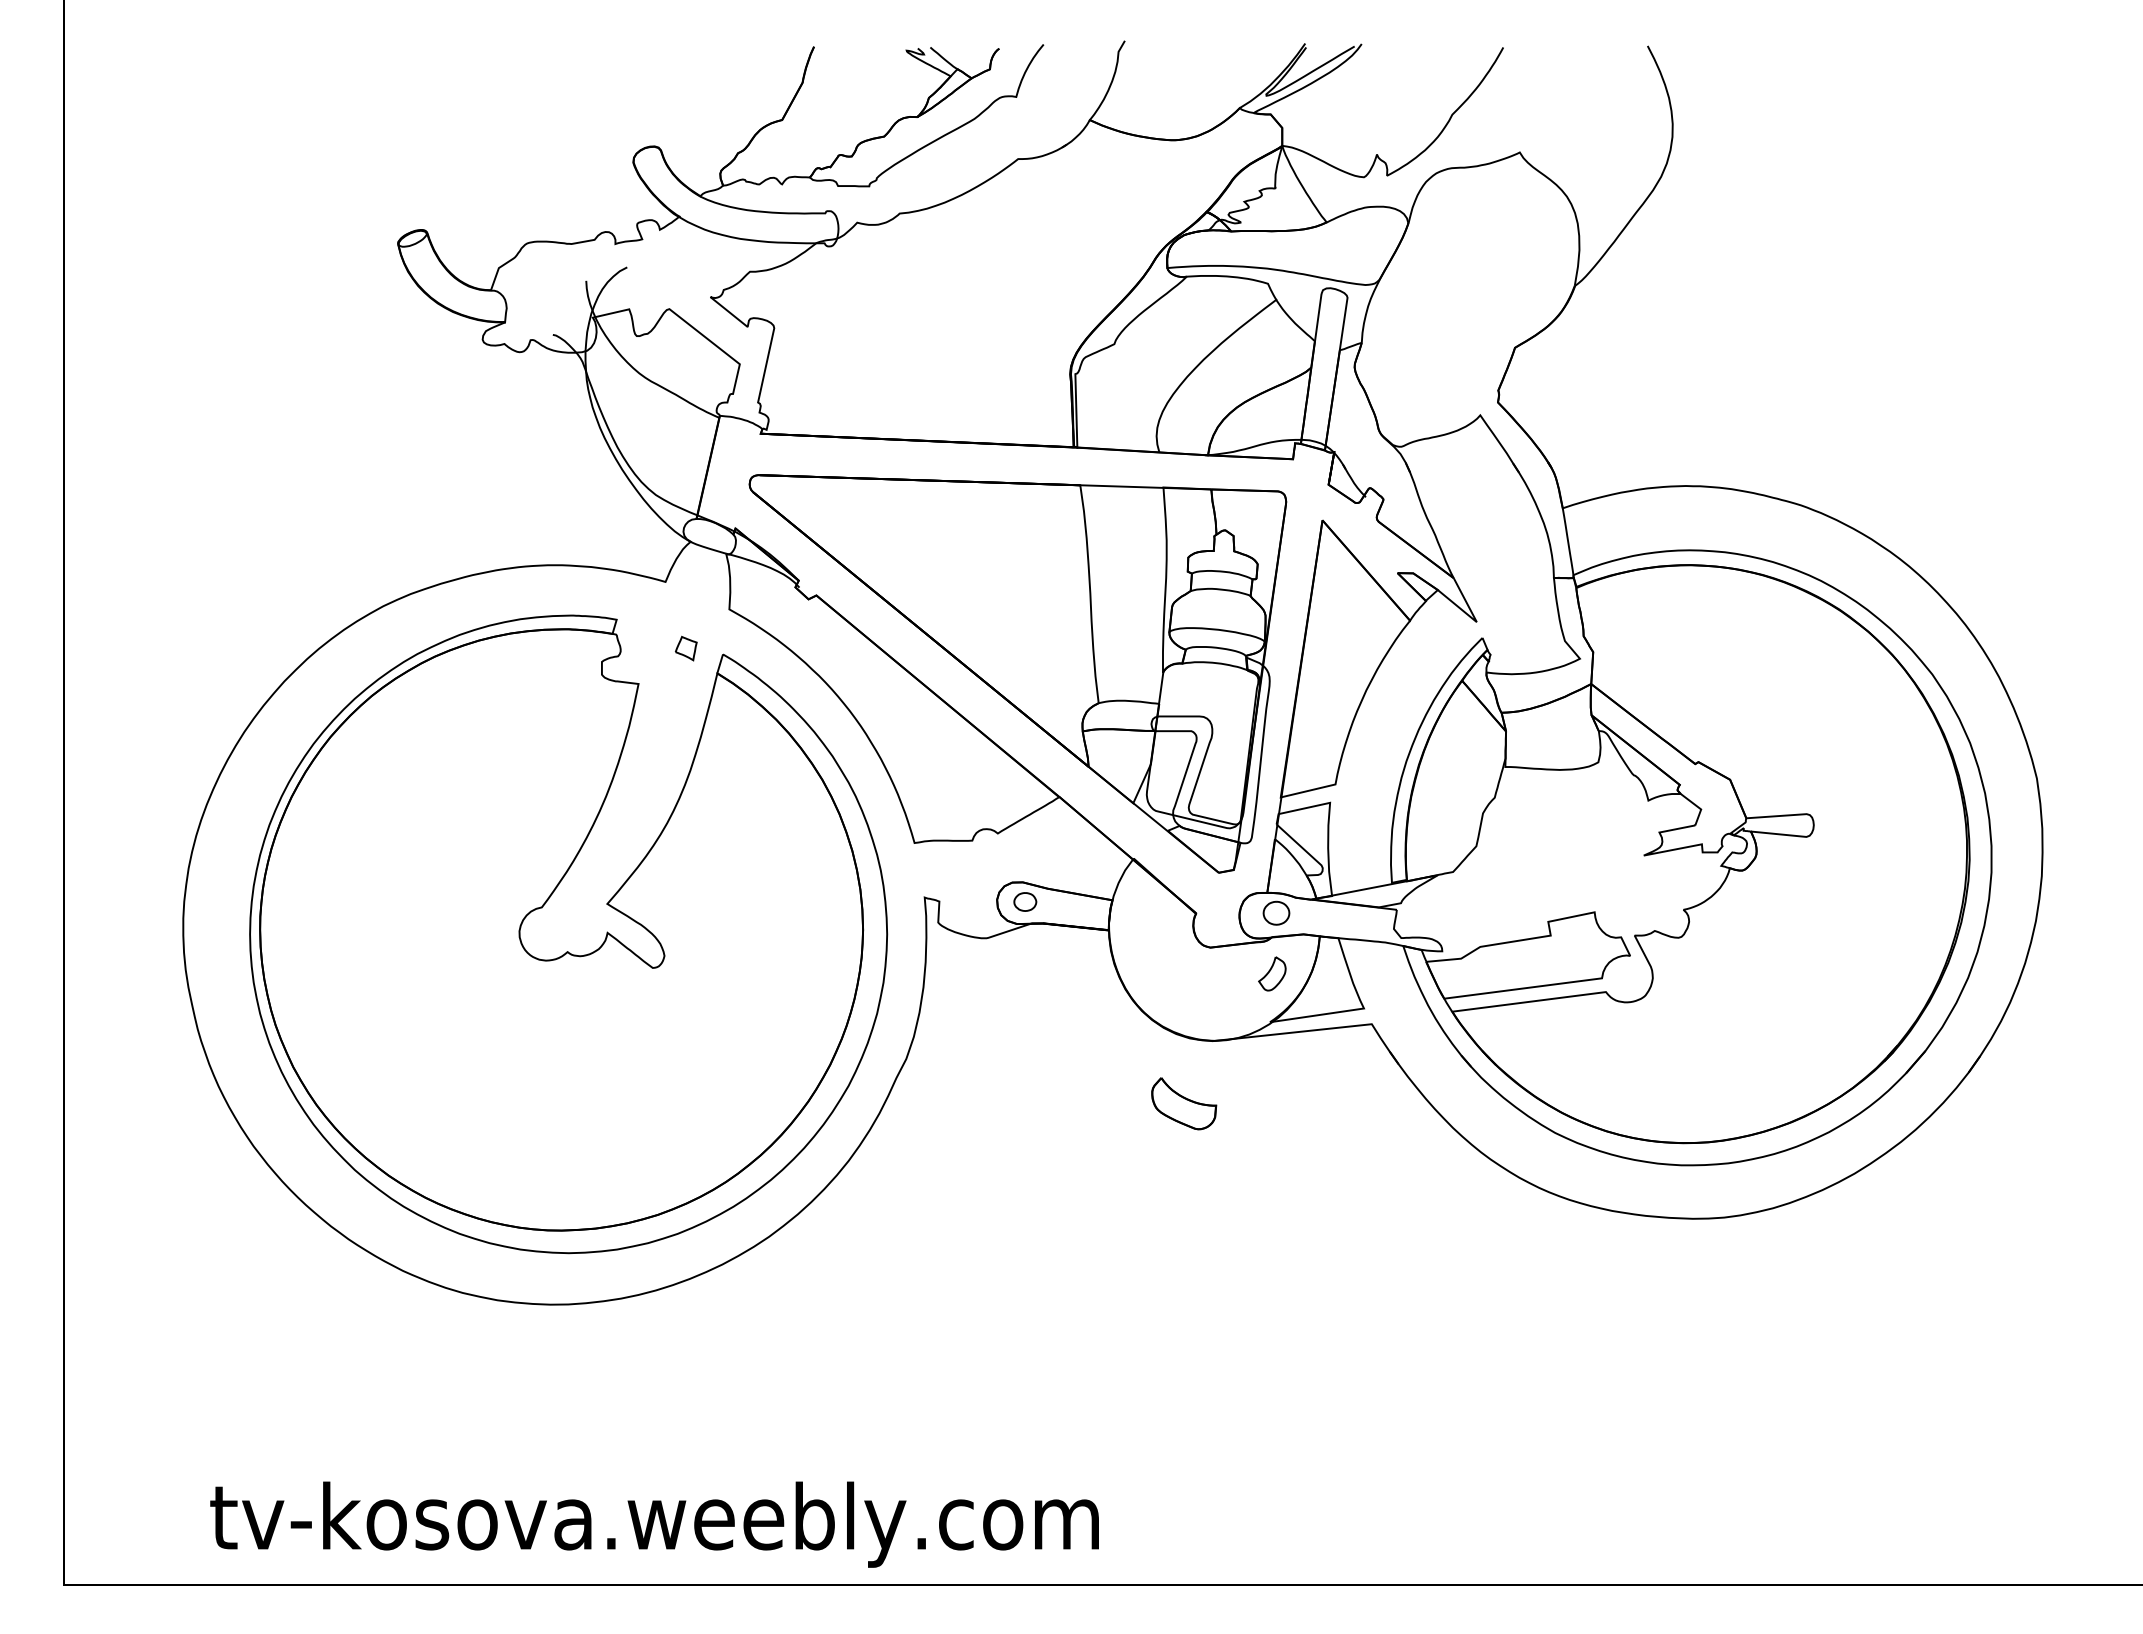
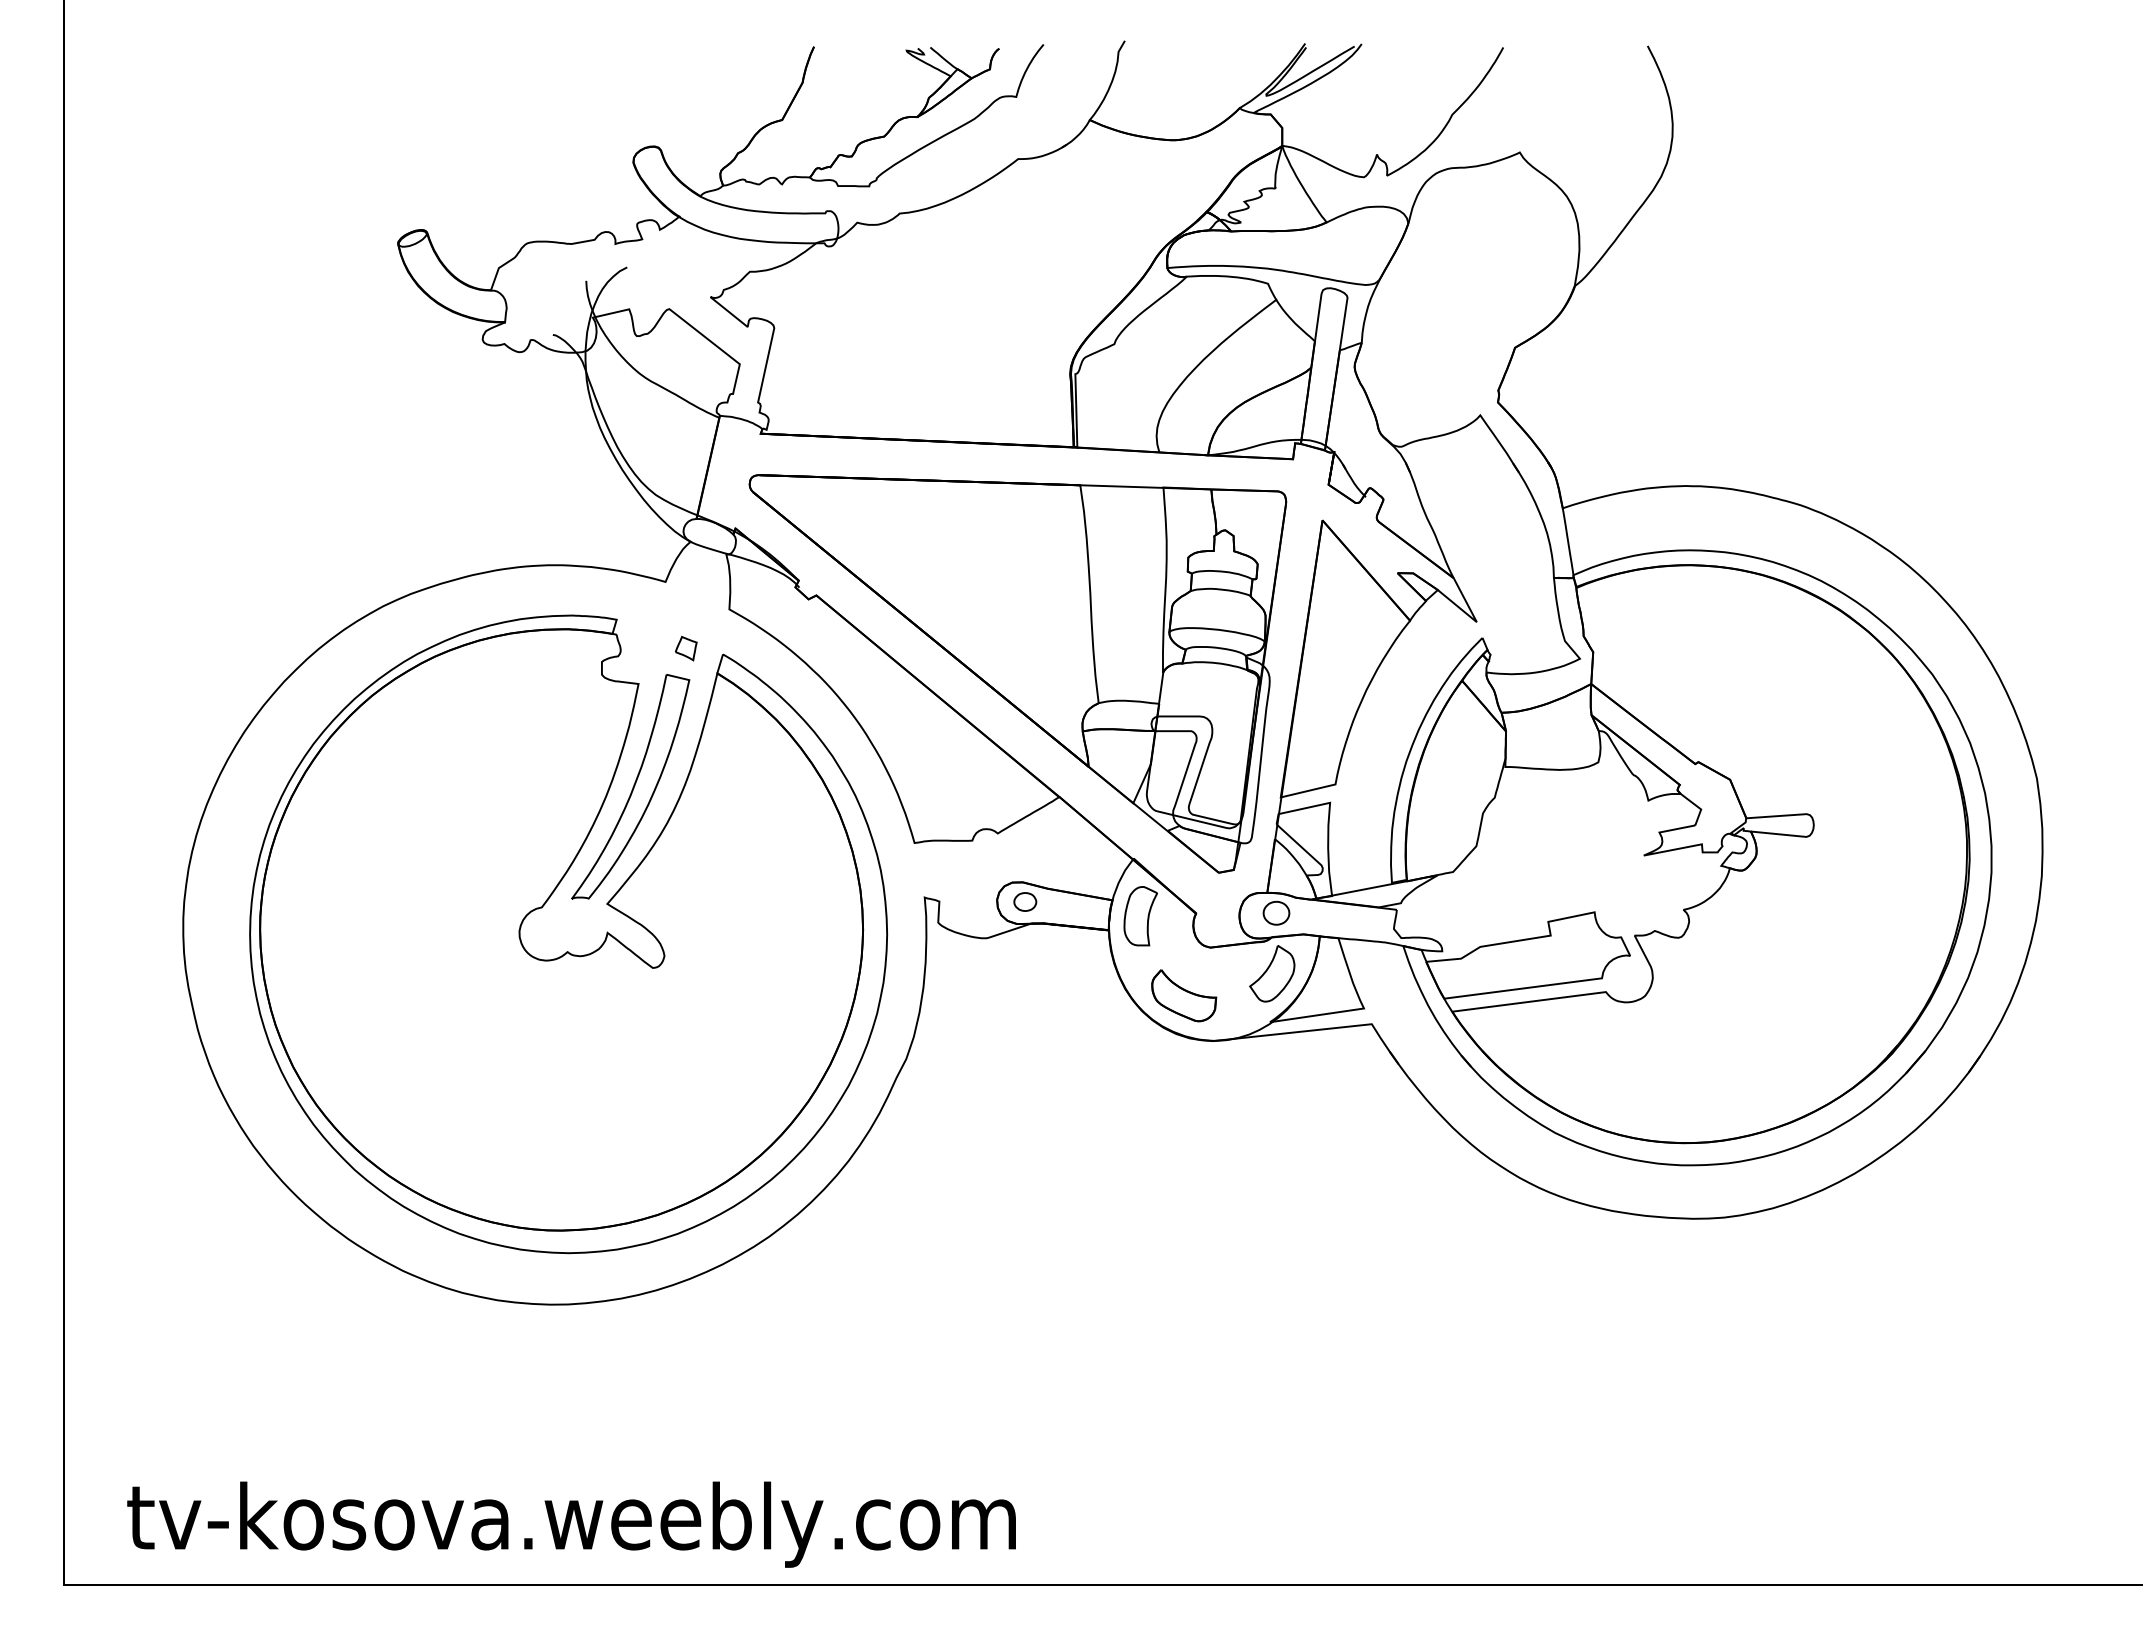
part at (630, 786): none -> present
part at (1140, 916): none -> present
part at (1272, 973) size: 29x36 px -> 47x58 px
part at (1184, 1103) position: (1184, 1103) -> (1184, 995)
text at (654, 1524) position: (654, 1524) -> (571, 1524)
